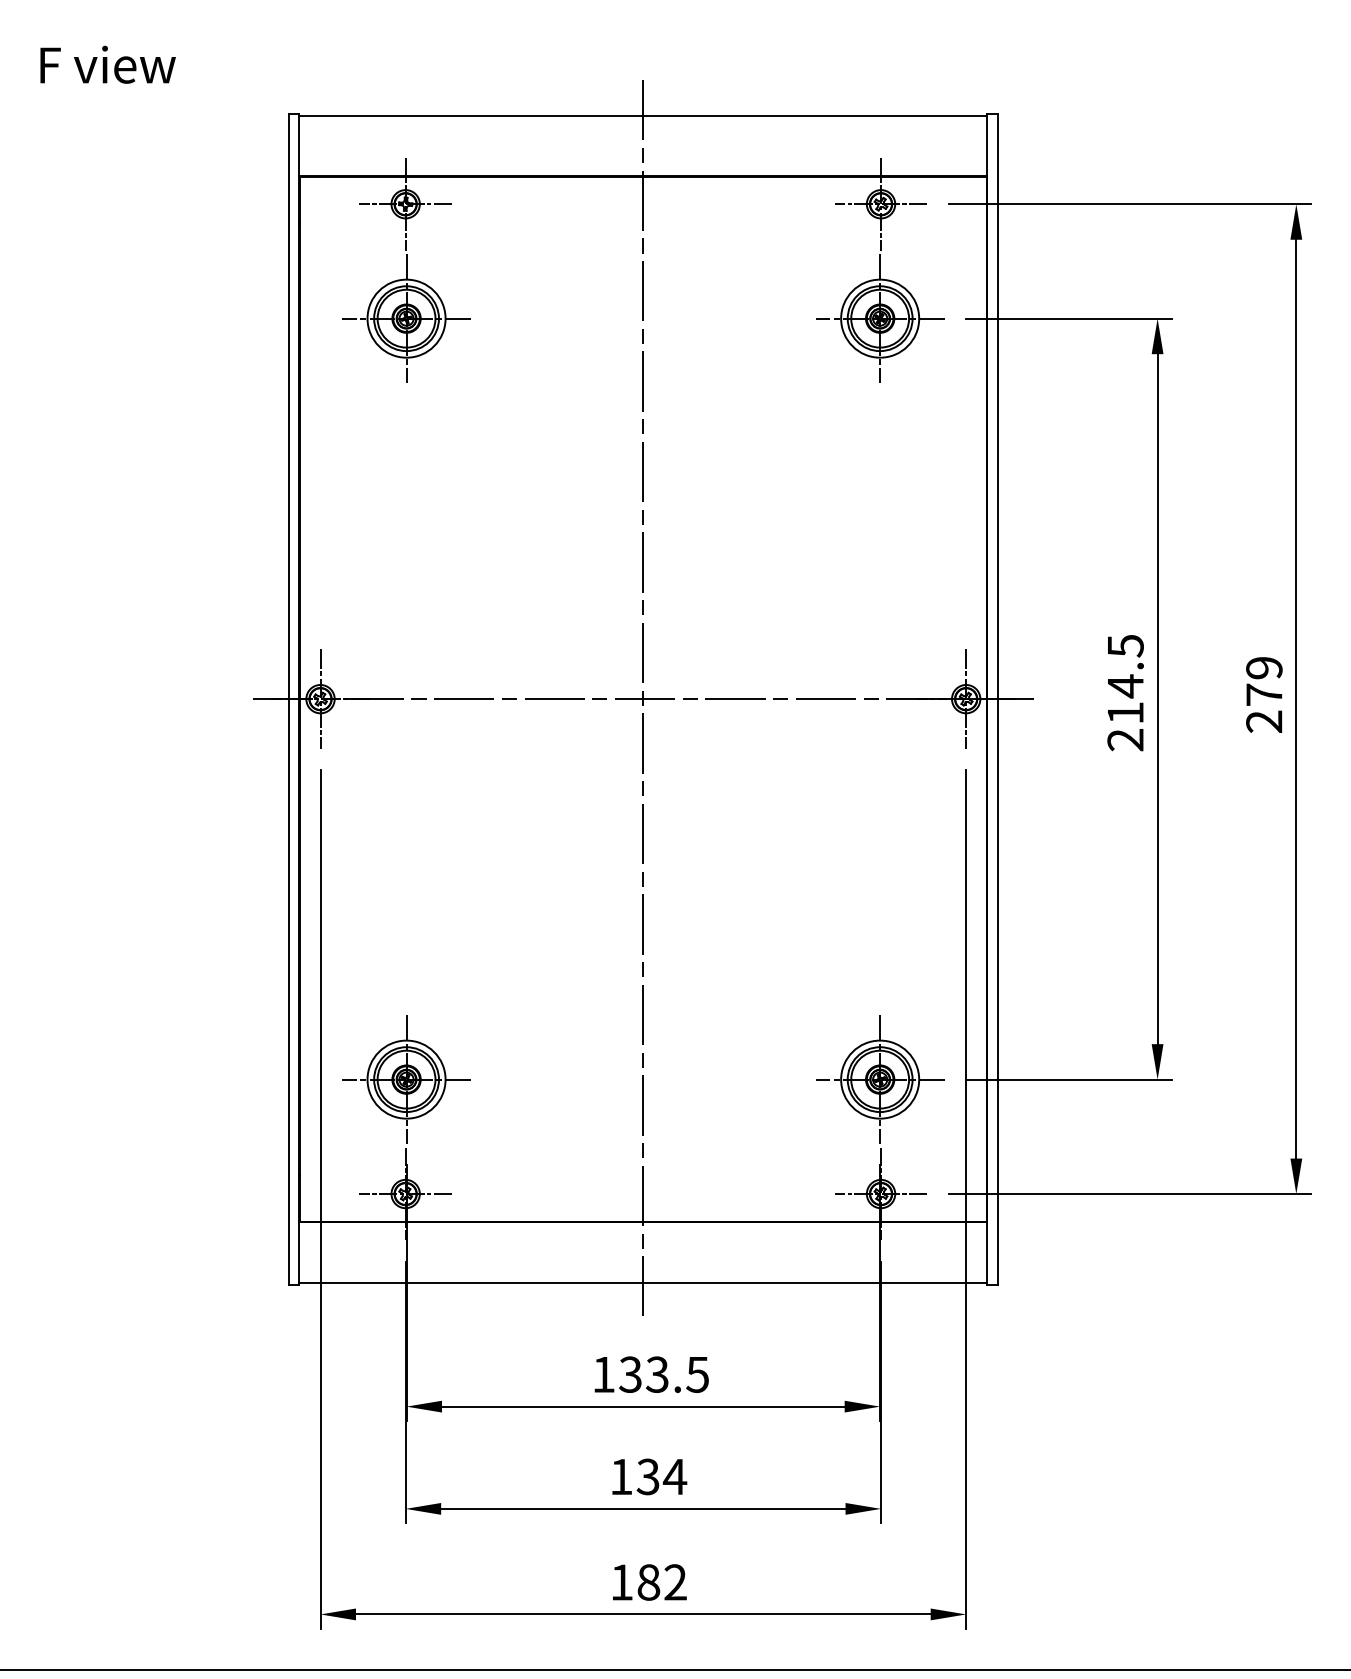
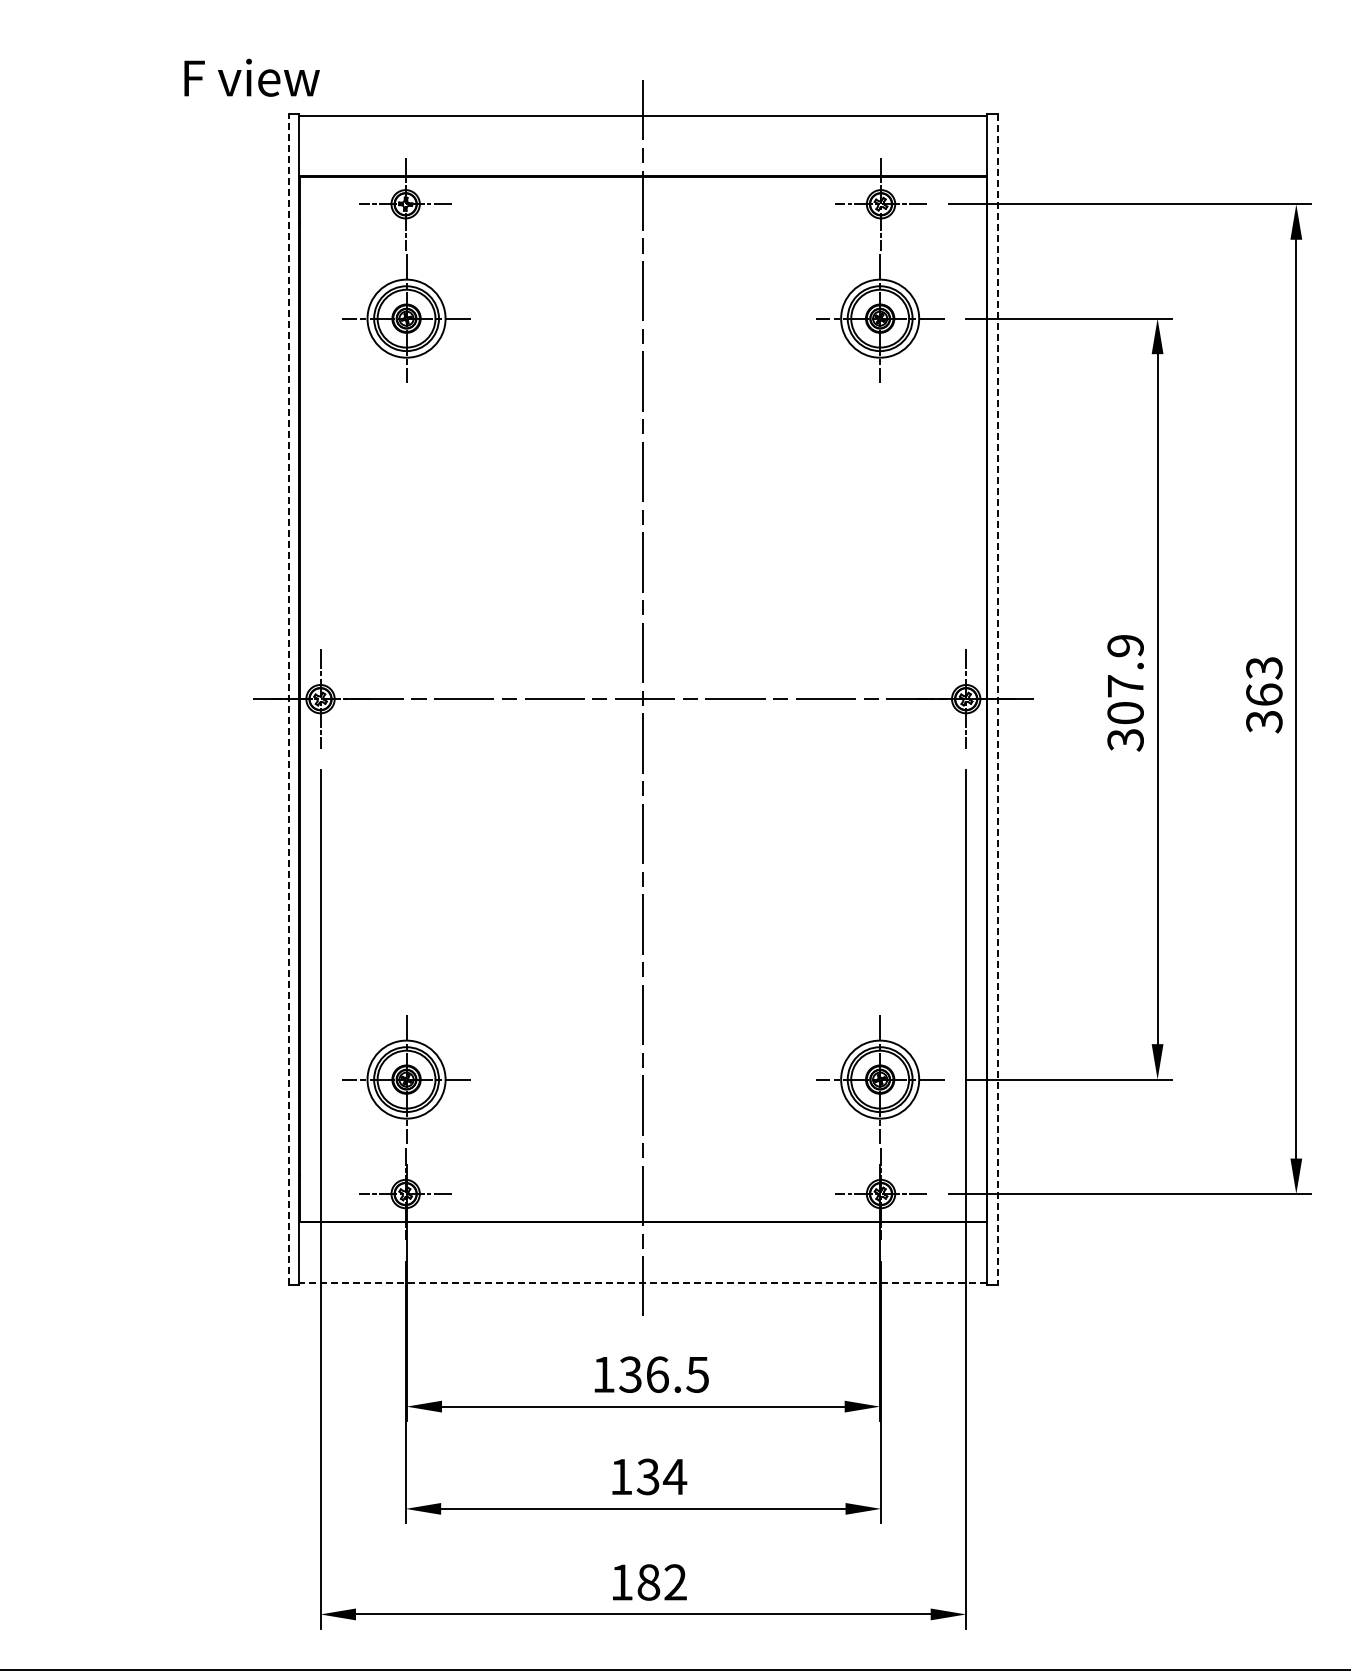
text at (107, 64) position: (107, 64) -> (251, 77)
text at (1125, 693): 214.5 -> 307.9
text at (1264, 695): 279 -> 363
line at (288, 698): solid -> dashed
line at (998, 699): solid -> dashed
line at (642, 1282): solid -> dashed
text at (657, 1374): 133.5 -> 136.5
